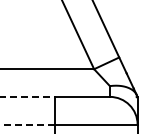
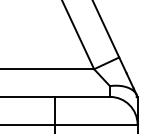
line at (27, 96): dashed -> solid
line at (27, 124): dashed -> solid
